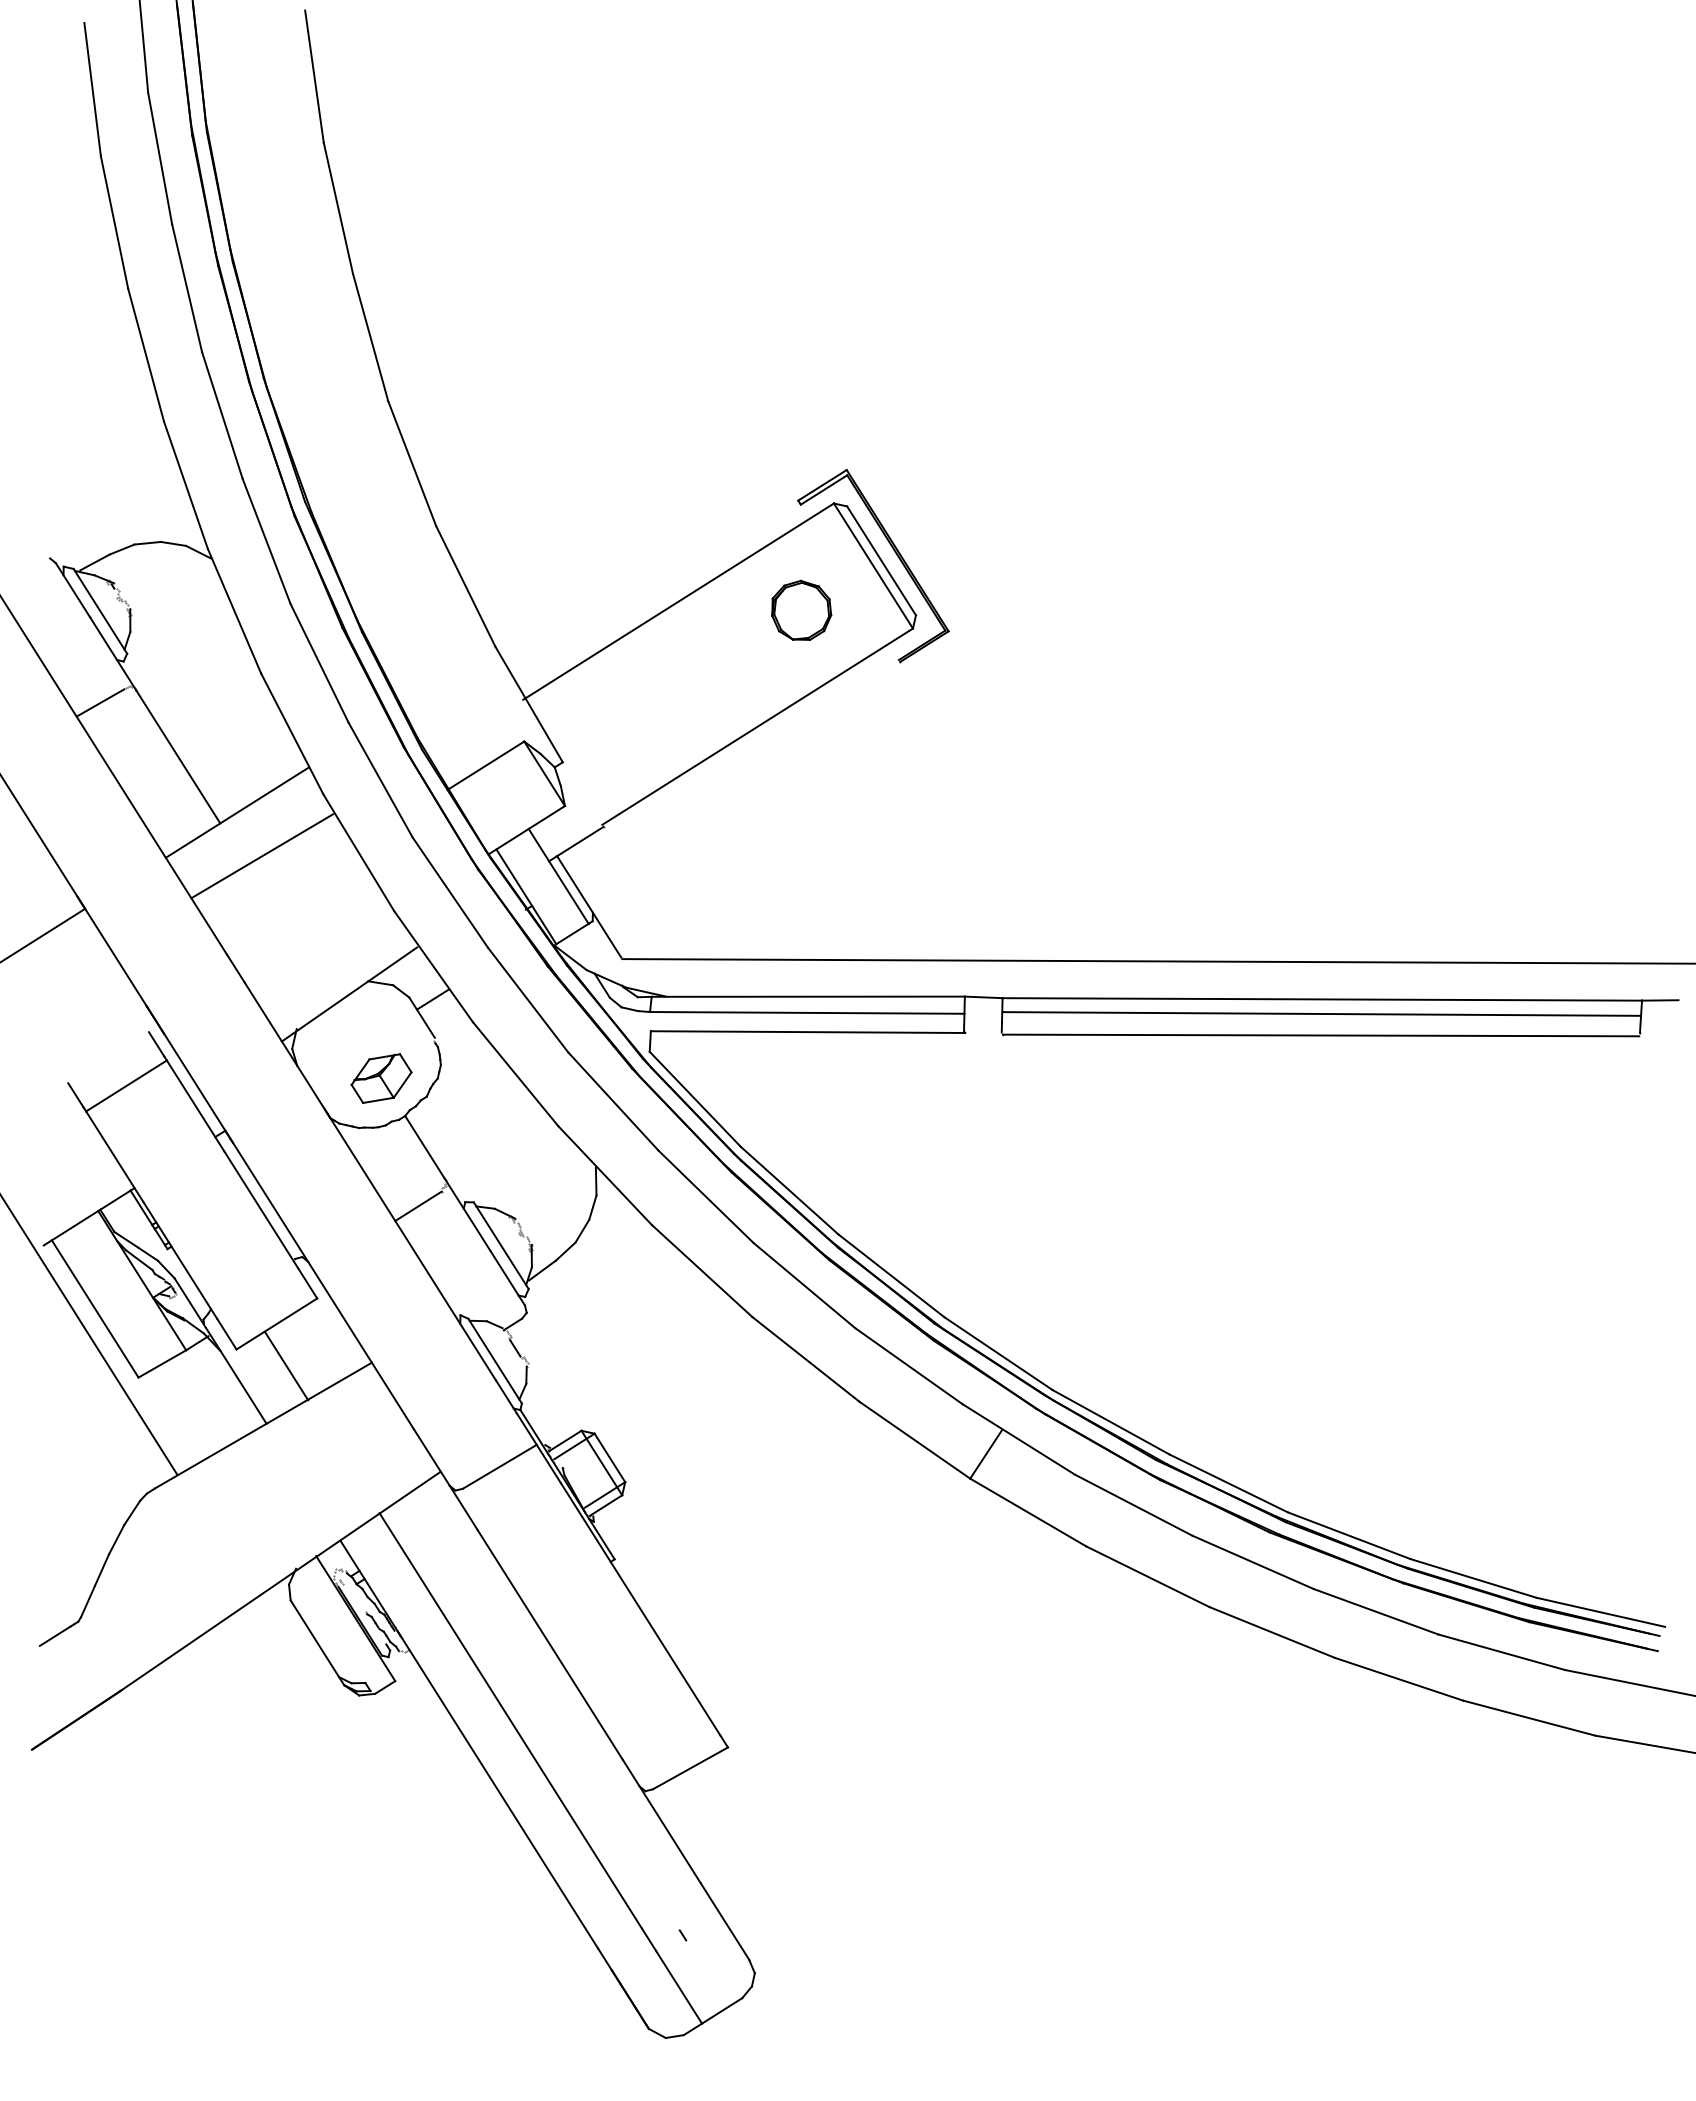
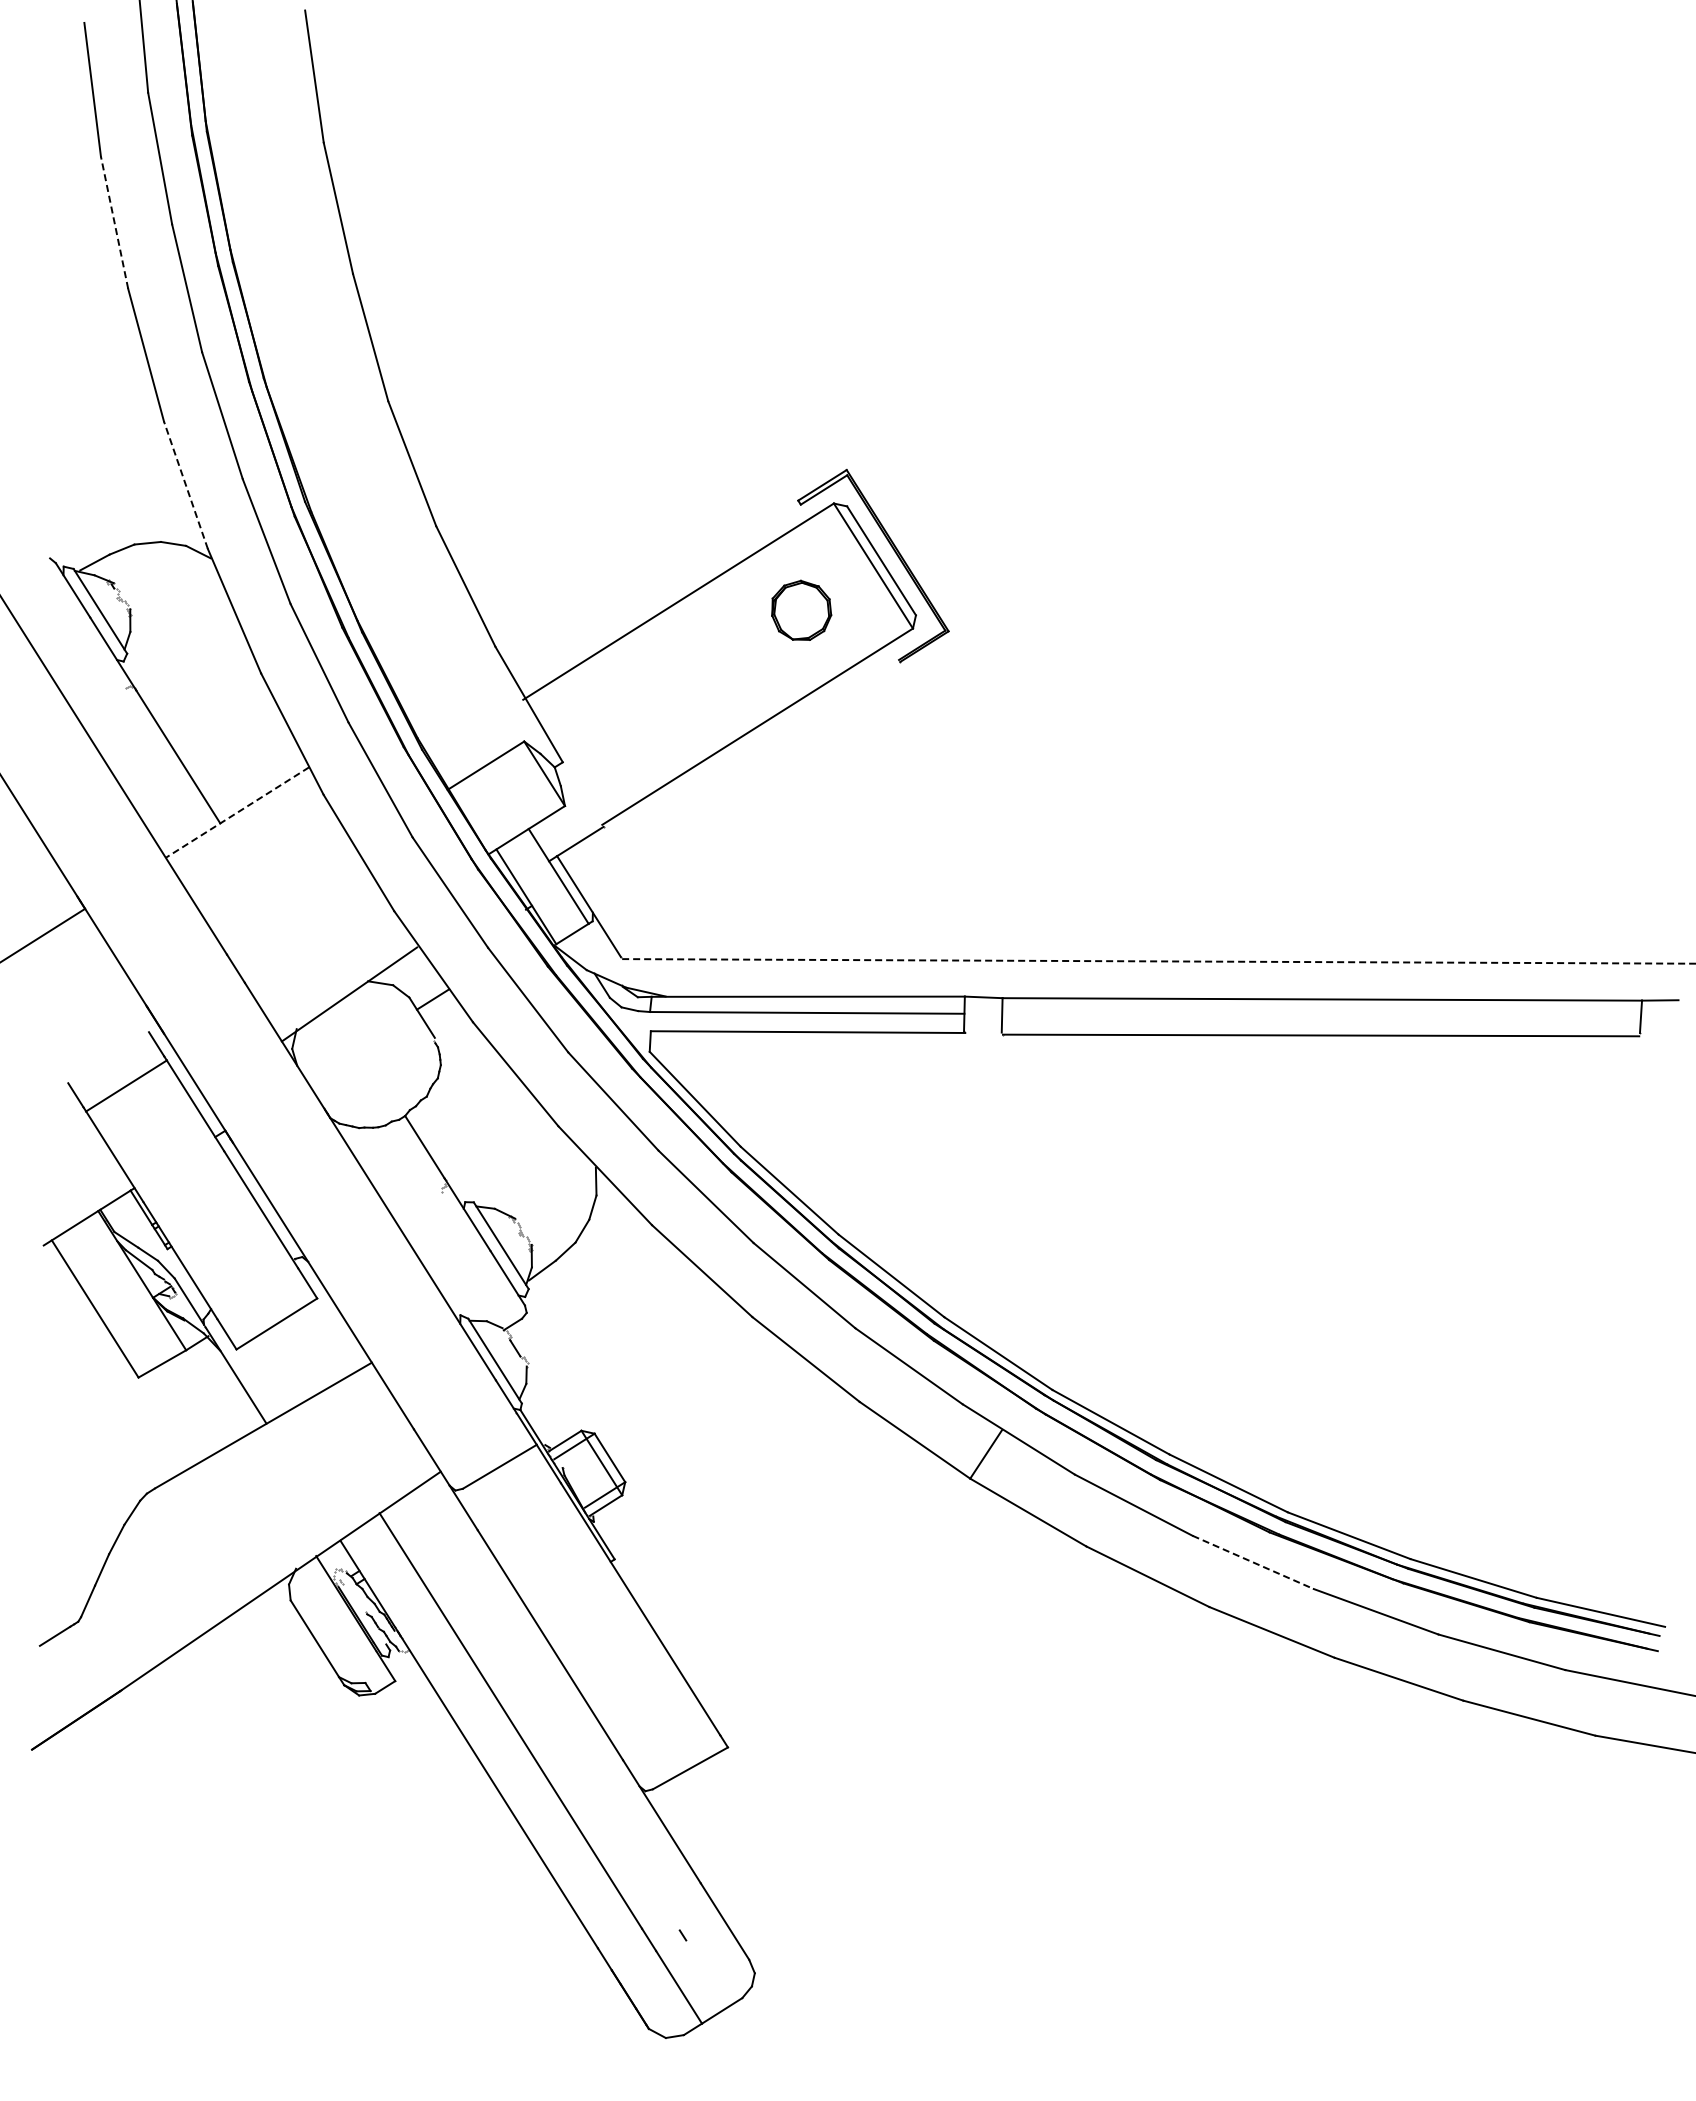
line at (114, 222): solid -> dashed
line at (185, 484): solid -> dashed
line at (100, 702): present -> none
line at (237, 812): solid -> dashed
line at (262, 856): present -> none
line at (1158, 961): solid -> dashed
line at (1321, 1013): present -> none
part at (381, 1078): present -> none
line at (418, 1206): present -> none
line at (89, 1335): present -> none
line at (286, 1365): present -> none
line at (1253, 1562): solid -> dashed
